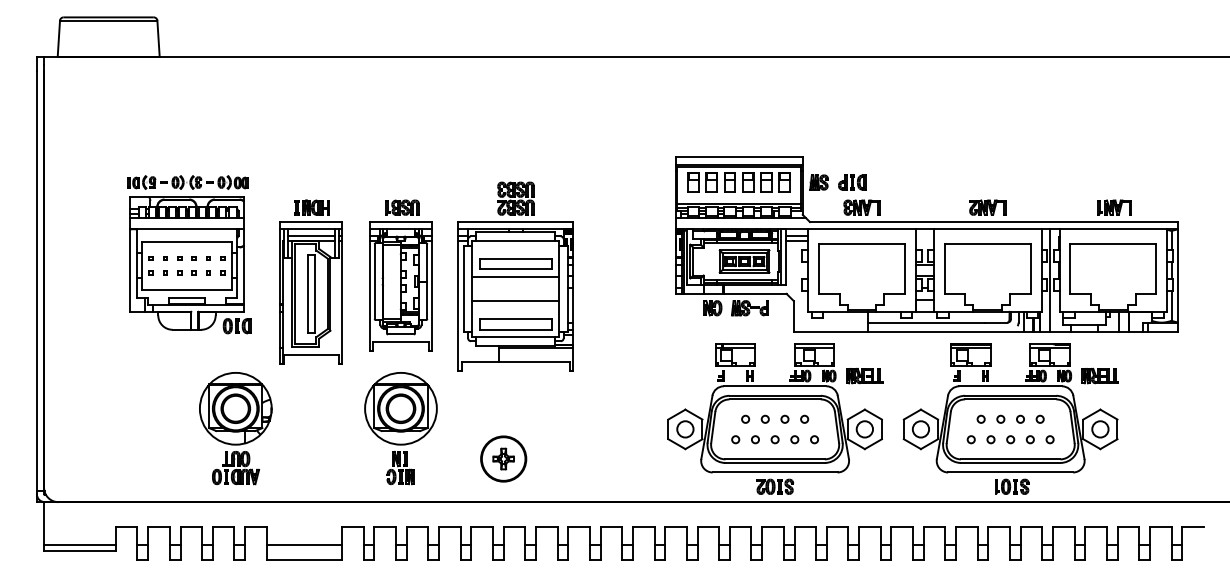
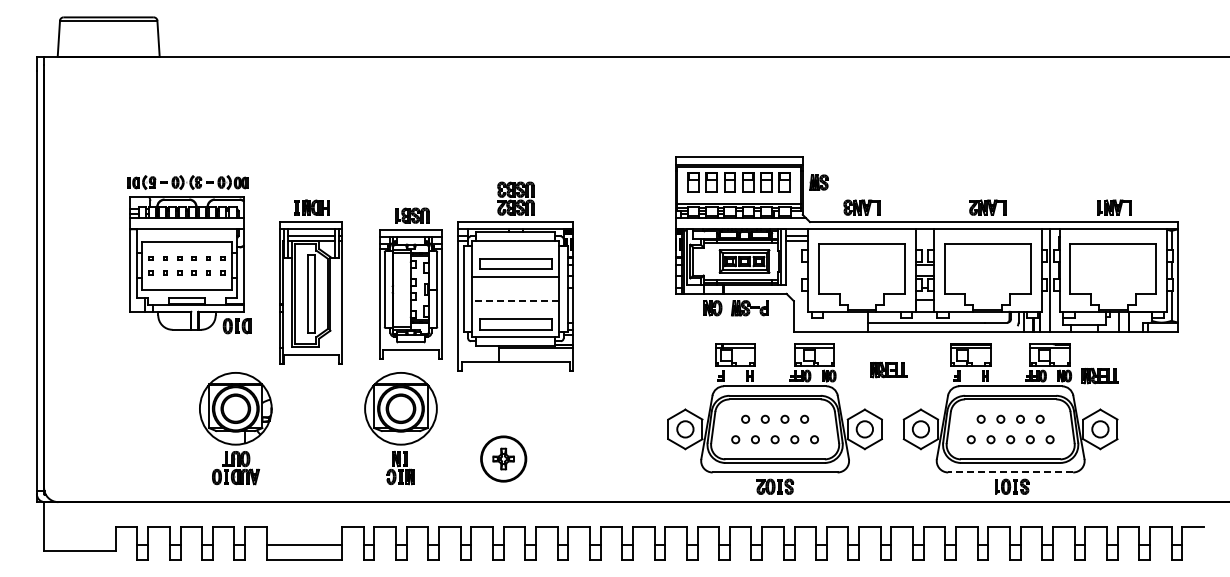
part at (852, 182): present -> none
part at (400, 275) position: (400, 275) -> (410, 283)
line at (515, 300): solid -> dashed
part at (864, 375) position: (864, 375) -> (888, 369)
line at (1010, 472): solid -> dashed
line at (79, 545): present -> none
